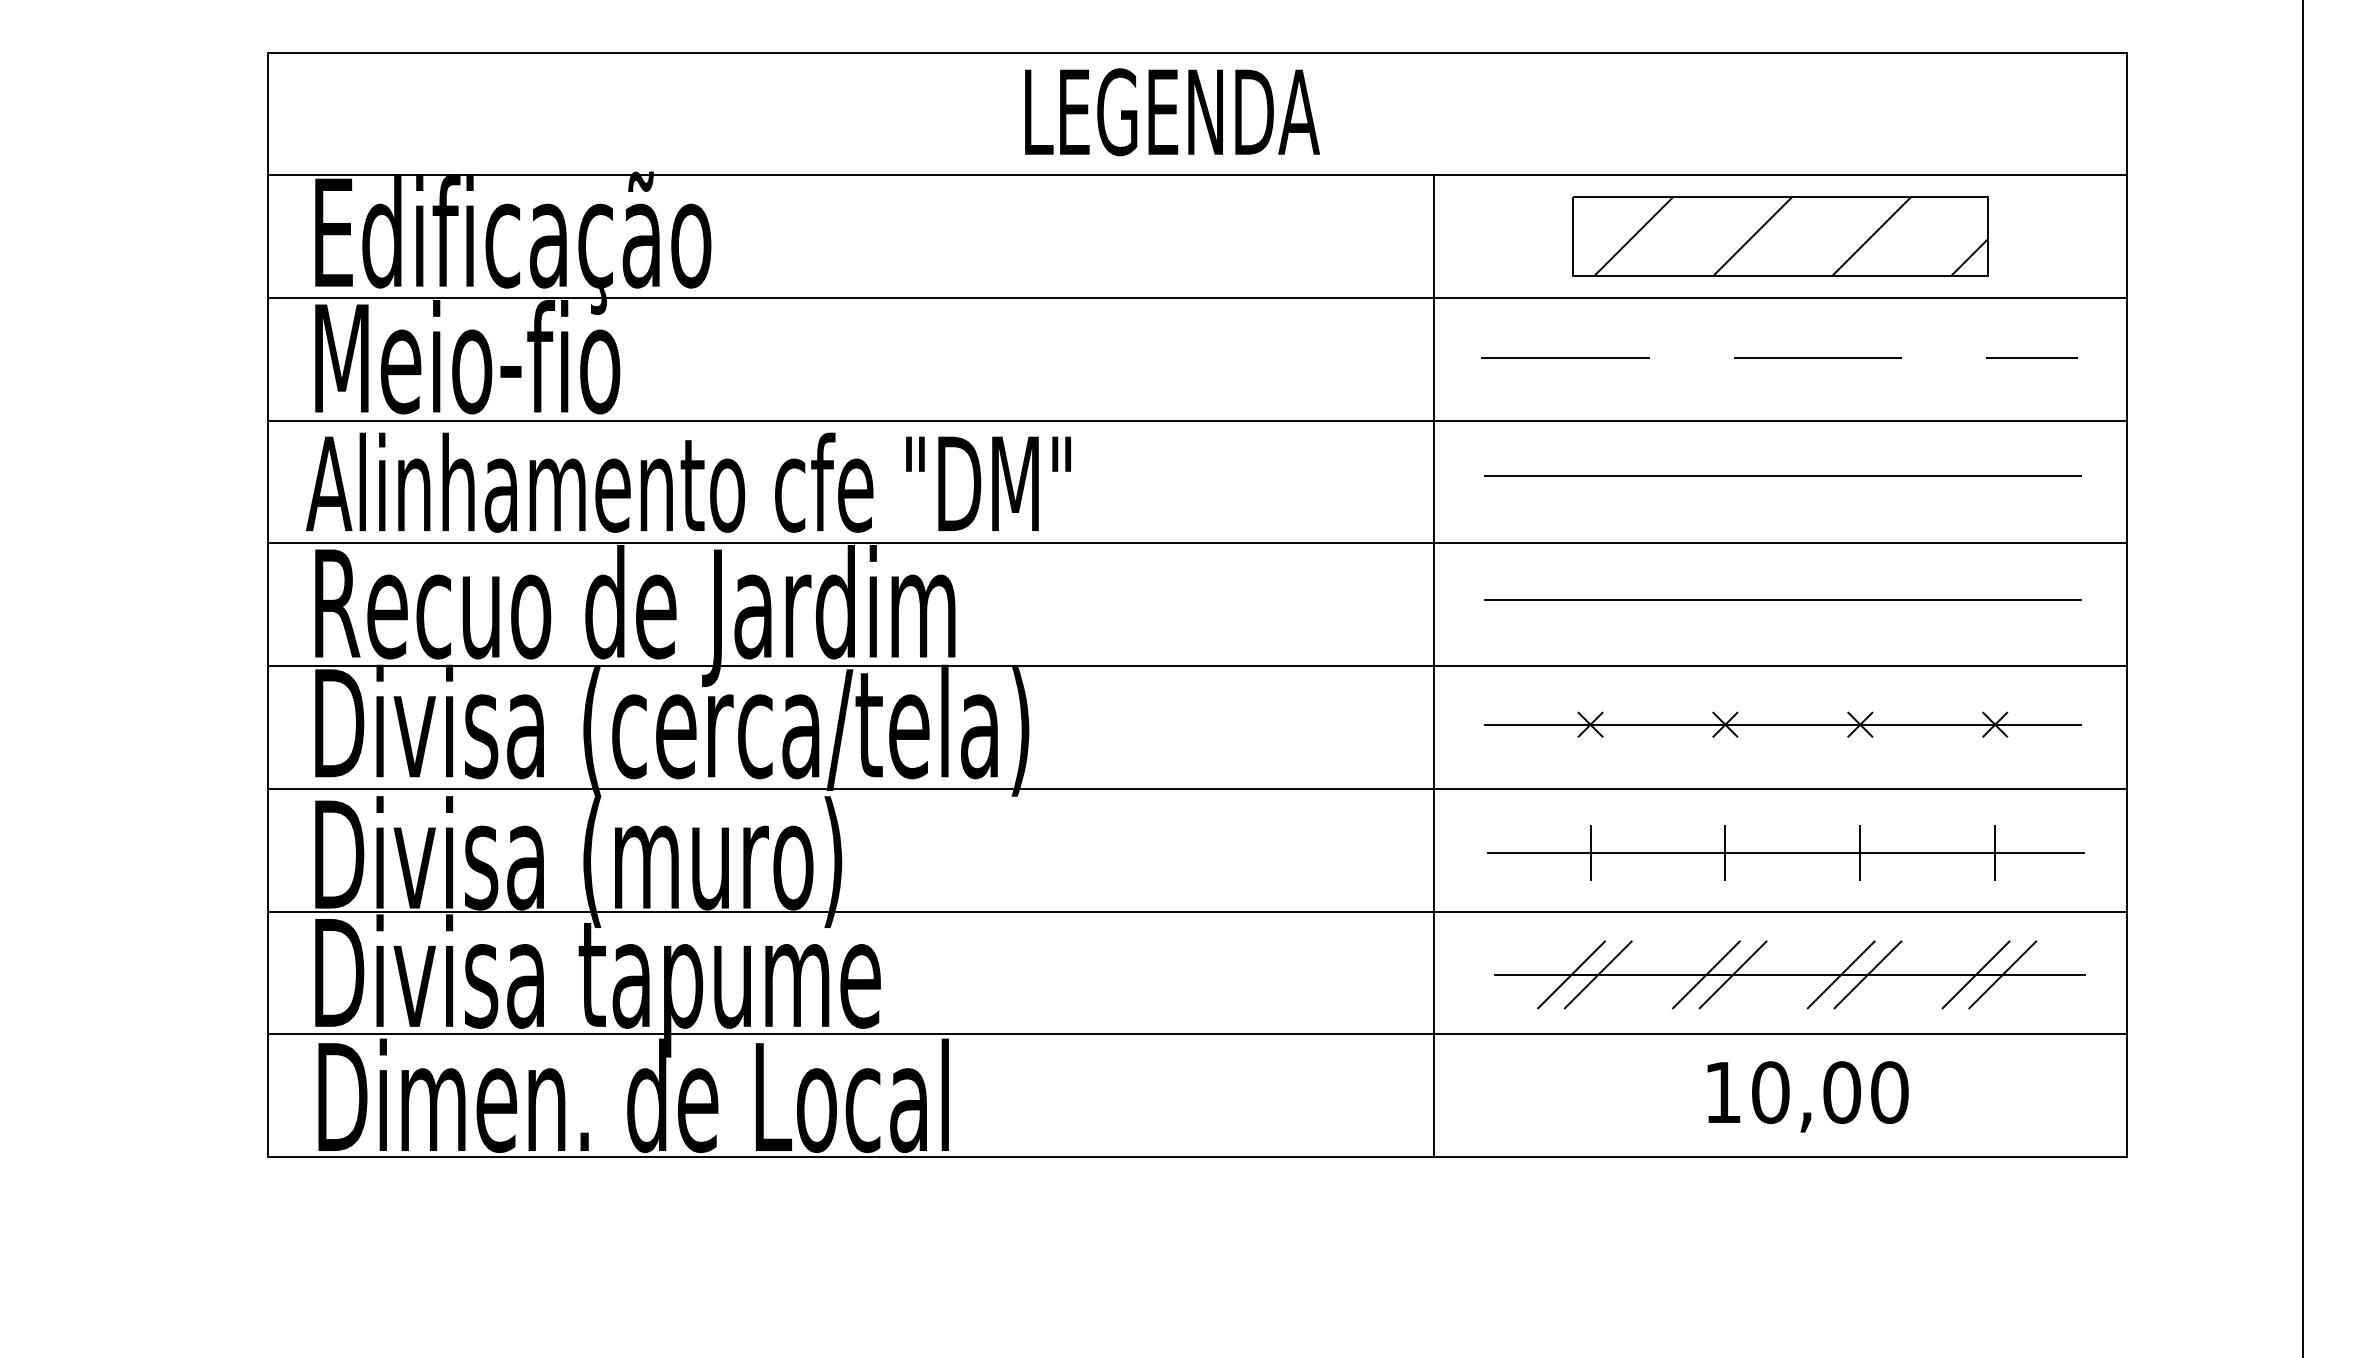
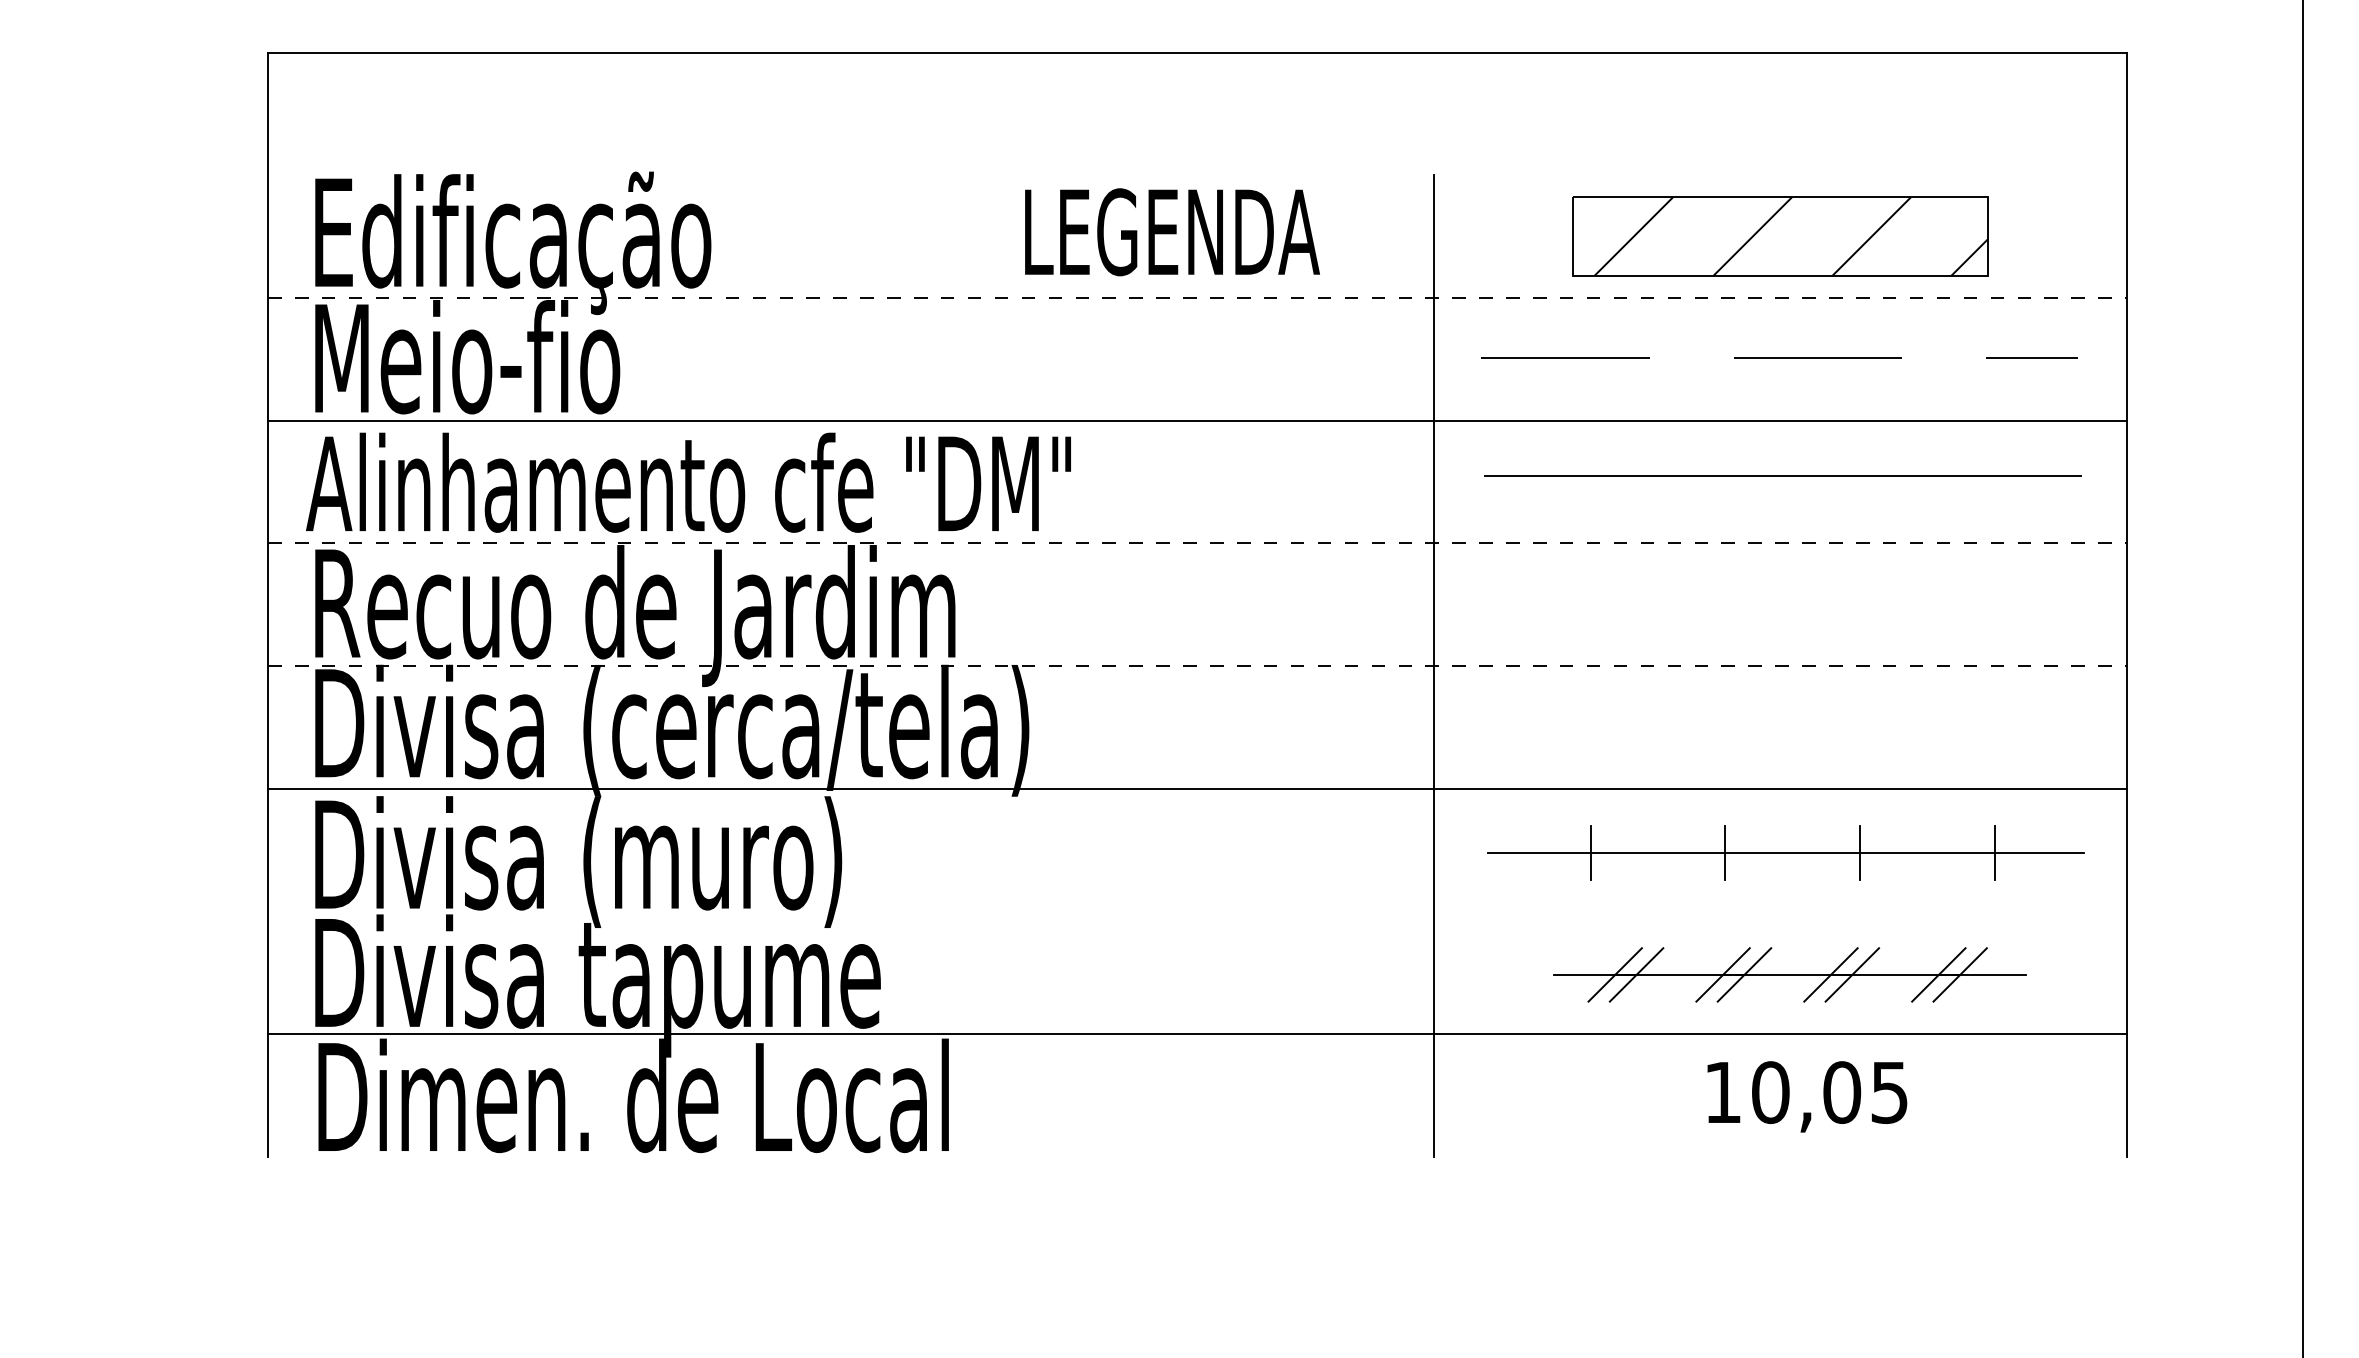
text at (1172, 112) position: (1172, 112) -> (1172, 232)
line at (1197, 175): present -> none
line at (1198, 298): solid -> dashed
line at (1198, 543): solid -> dashed
line at (1782, 599): present -> none
line at (1198, 666): solid -> dashed
part at (1782, 724): present -> none
line at (1197, 911): present -> none
part at (1789, 974) size: 592x70 px -> 474x56 px
text at (1889, 1092): 10,00 -> 10,05
line at (1197, 1157): present -> none
